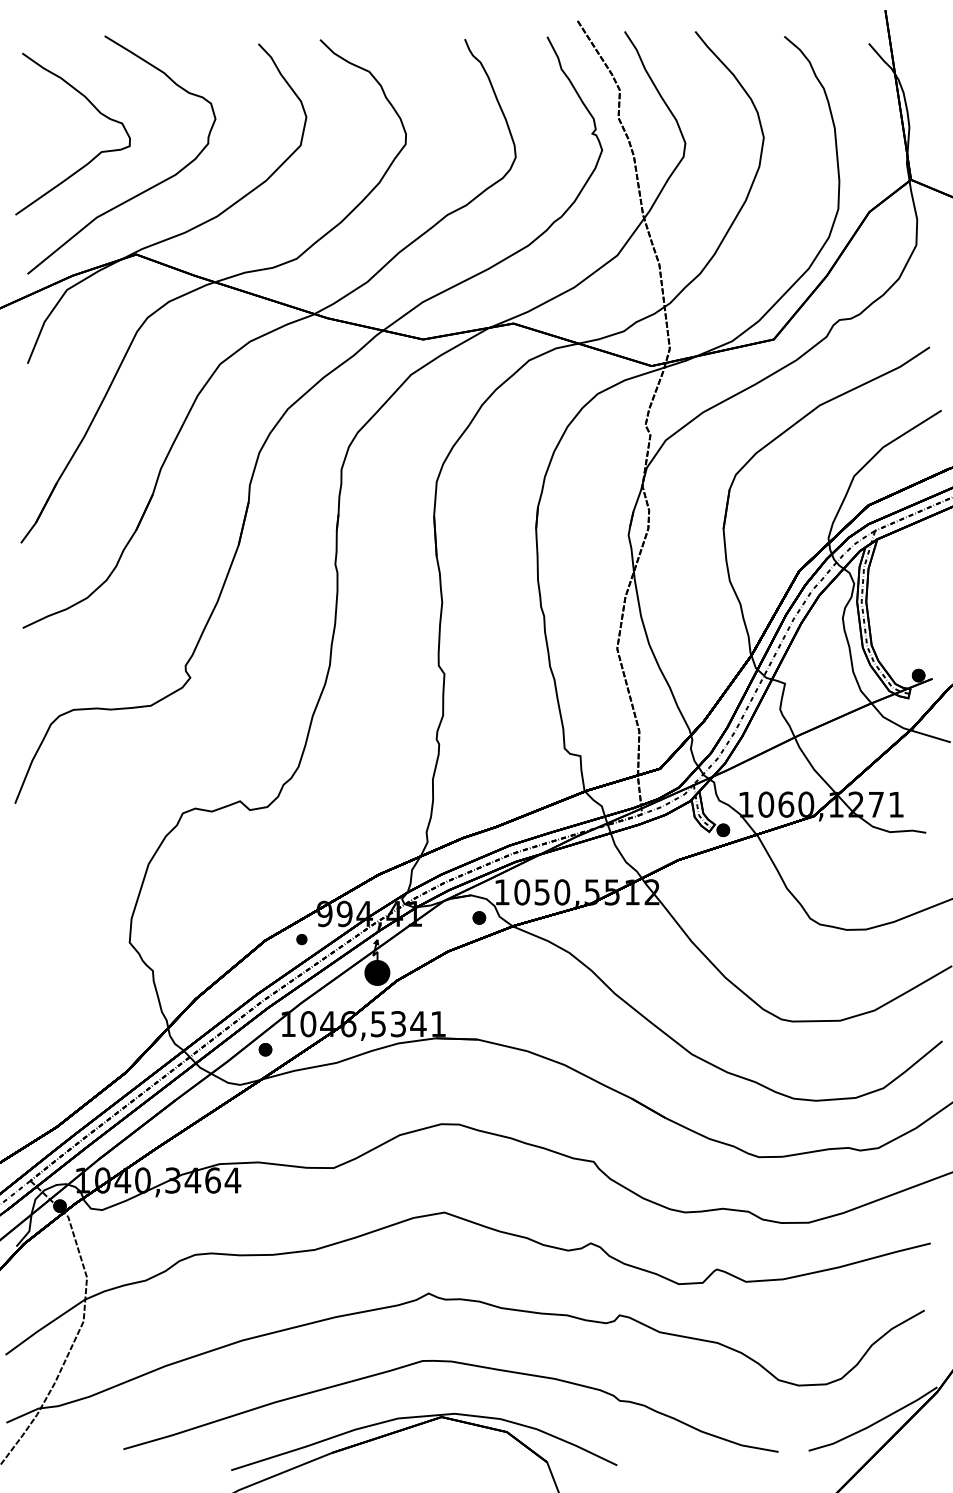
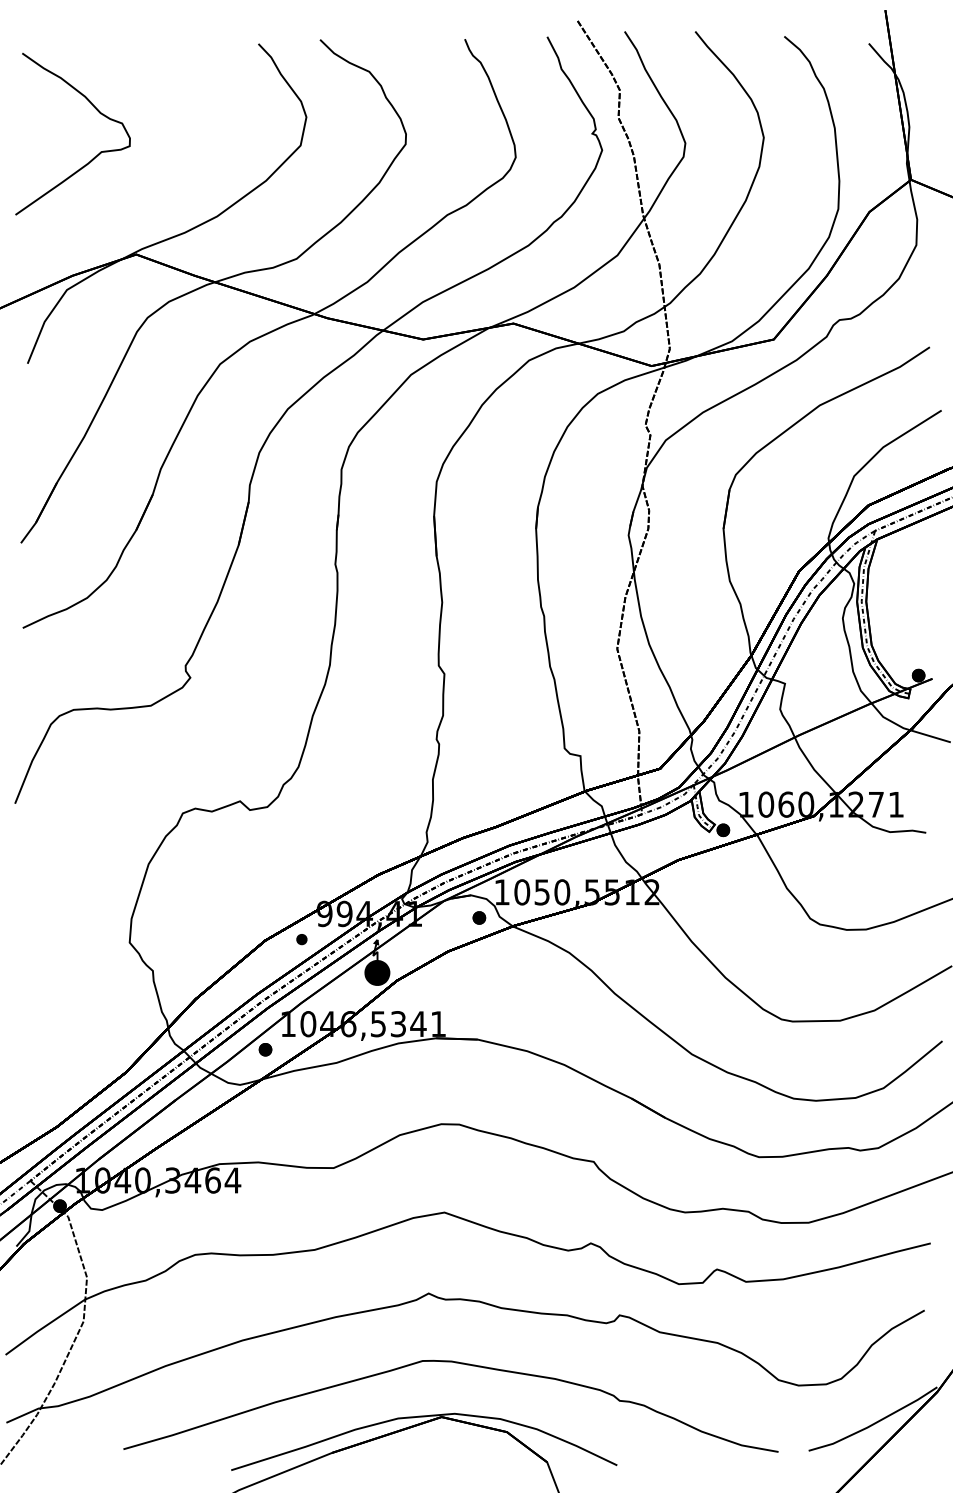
curve at (140, 192): present -> none
